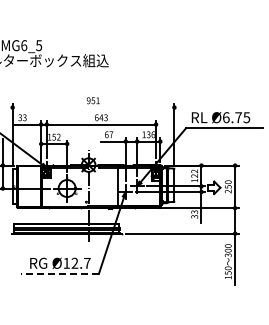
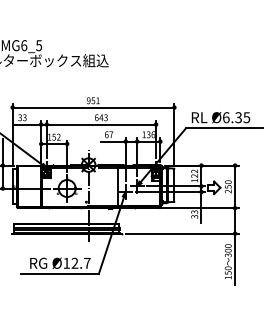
line at (93, 107): none -> present
text at (238, 117): Ø6.75 -> Ø6.35
line at (59, 273): dashed -> solid
